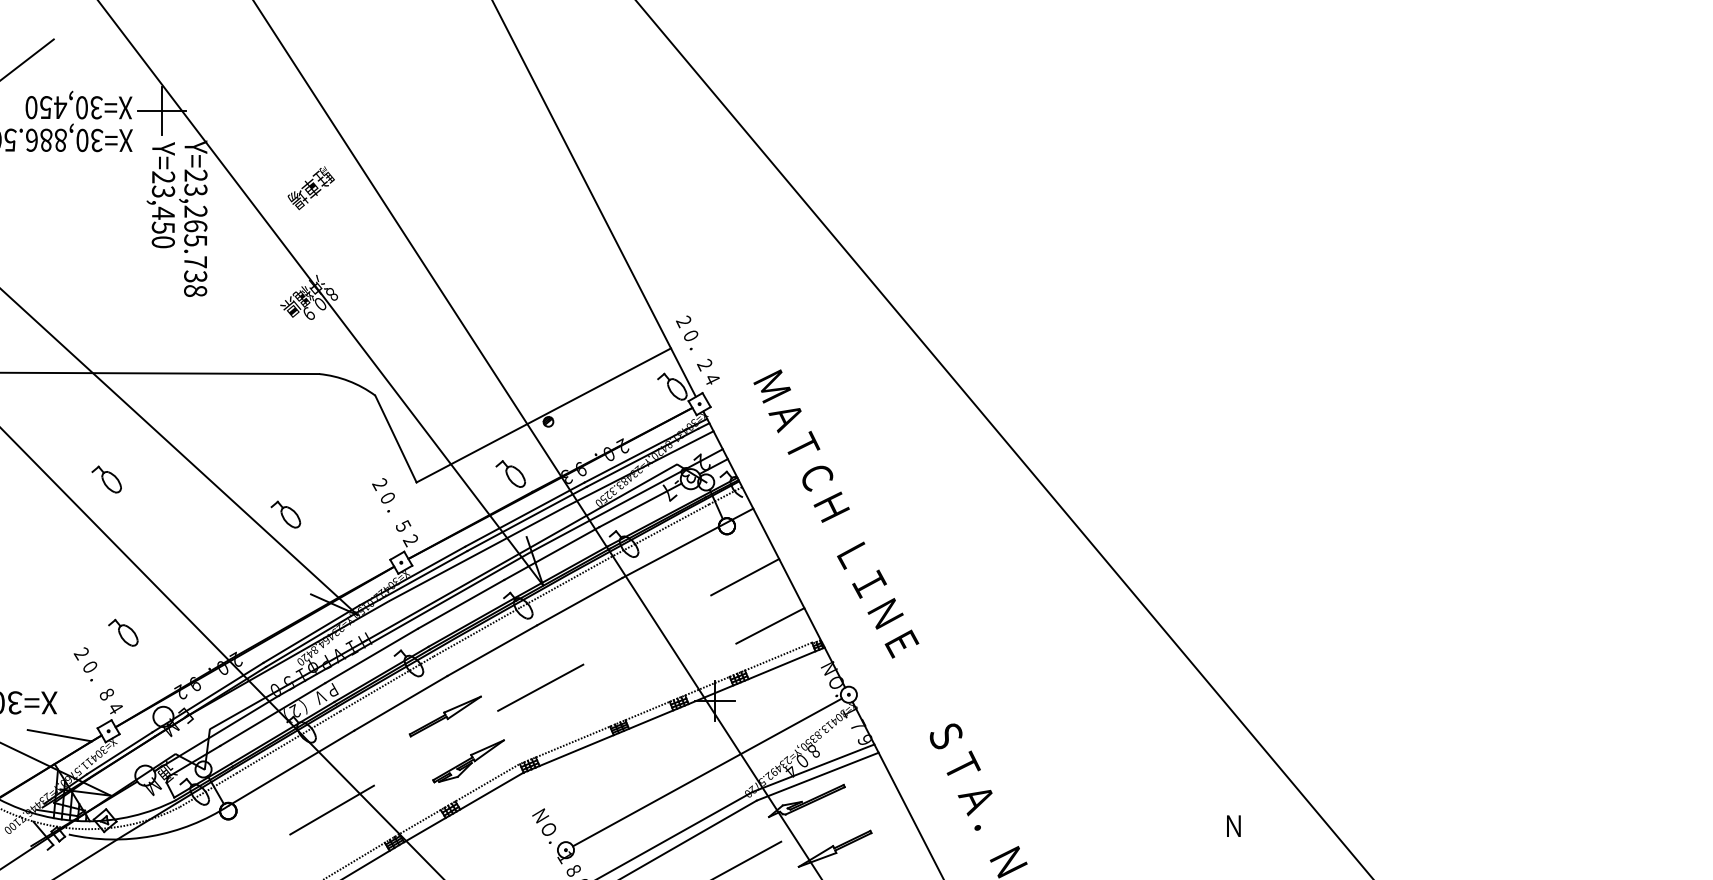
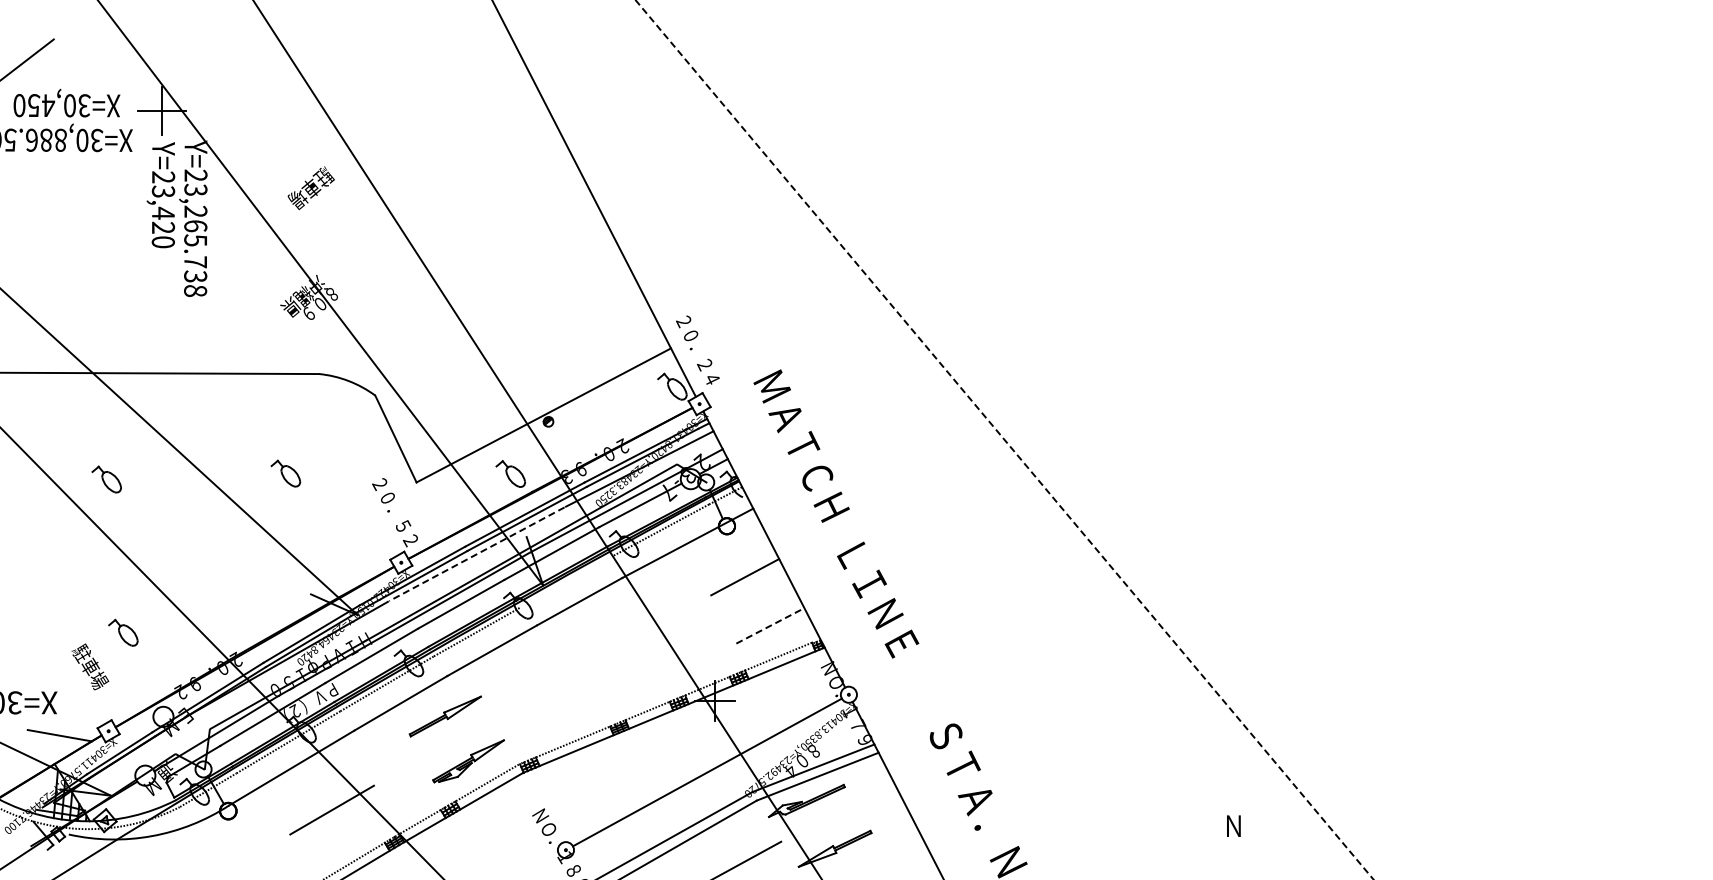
text at (78, 104) position: (78, 104) -> (66, 102)
text at (163, 227): Y=23,450 -> Y=23,420
line at (1004, 440): solid -> dashed
part at (285, 514) position: (285, 514) -> (285, 473)
line at (476, 554): solid -> dashed
line at (566, 581): present -> none
line at (770, 625): solid -> dashed
text at (96, 678): ２０．８４ -> 駐車場
line at (540, 687): present -> none
